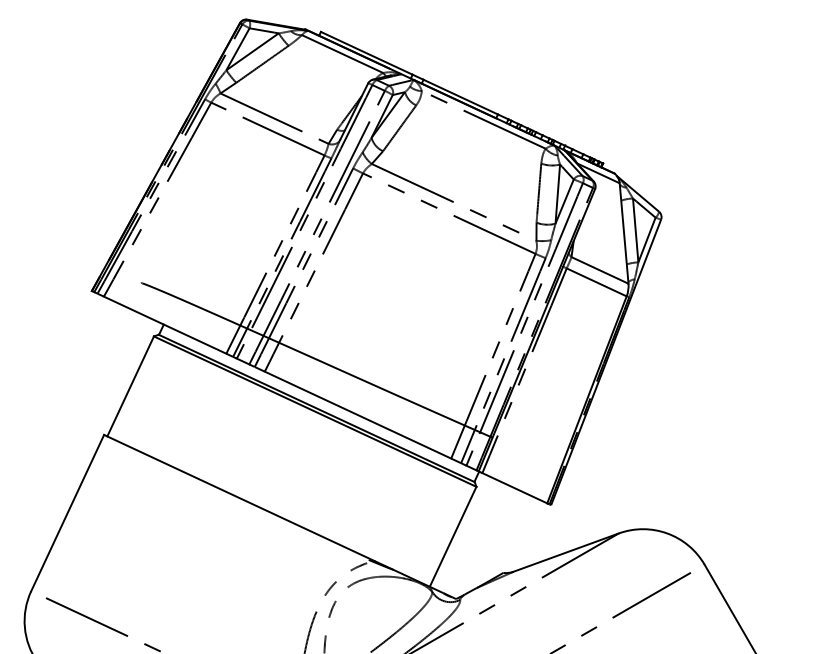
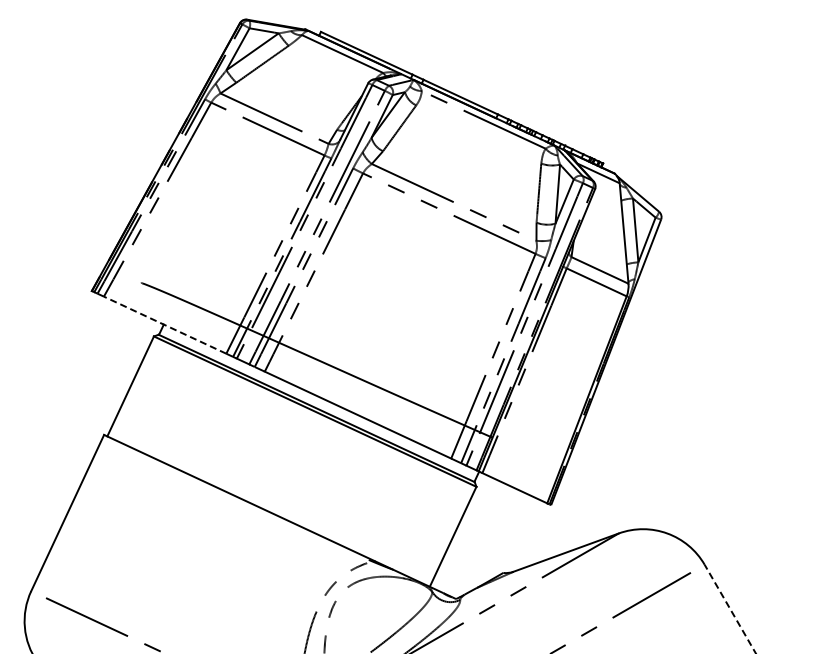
line at (165, 325): solid -> dashed
line at (730, 608): solid -> dashed
